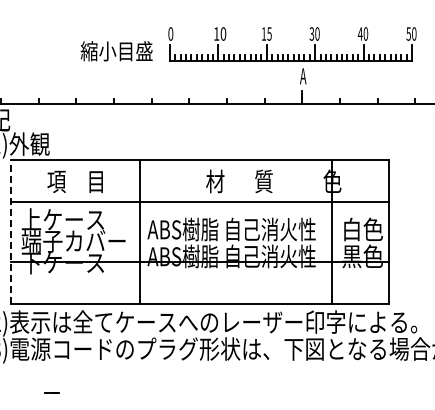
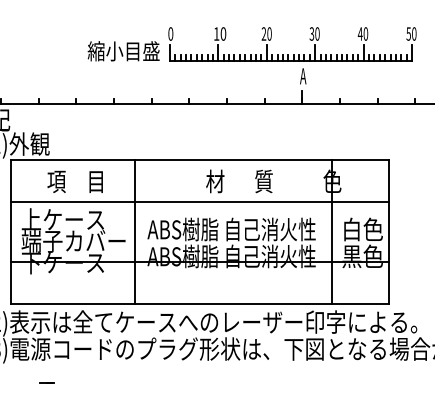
text at (266, 33): 15 -> 20
text at (116, 51) position: (116, 51) -> (123, 51)
line at (10, 231): dashed -> solid
line at (140, 231) position: (140, 231) -> (135, 231)
line at (51, 392) position: (51, 392) -> (46, 382)
